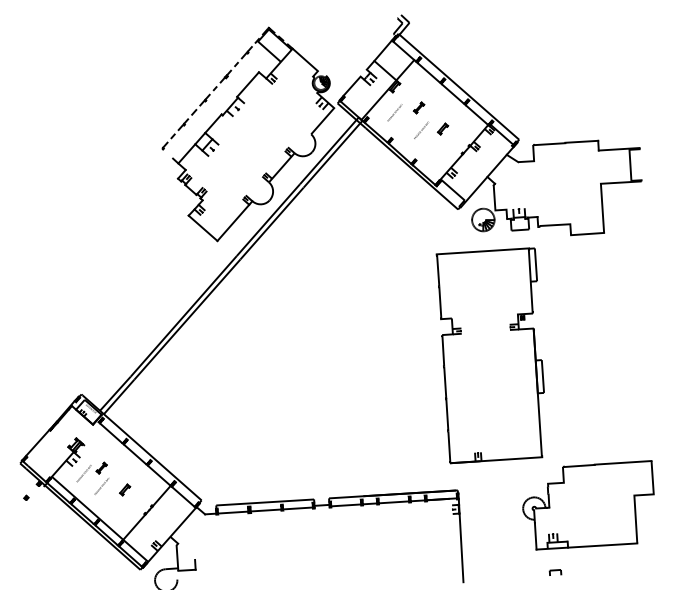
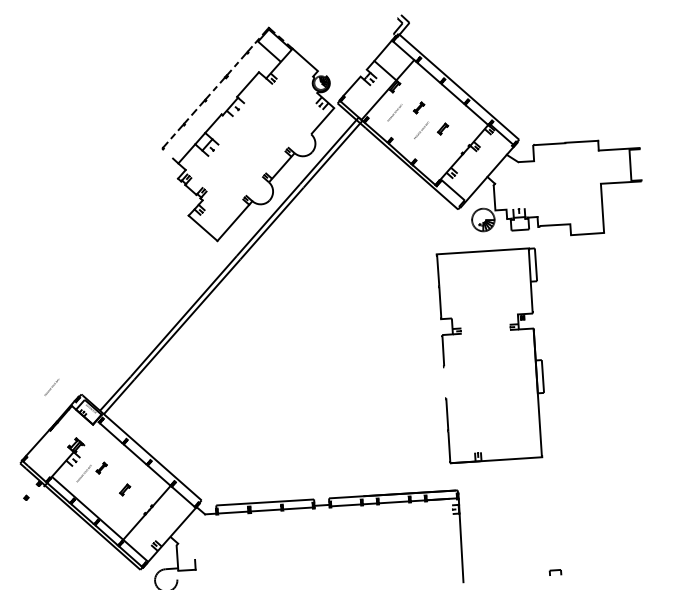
line at (445, 382): present -> none
text at (101, 486) position: (101, 486) -> (51, 387)
part at (588, 505): present -> none
